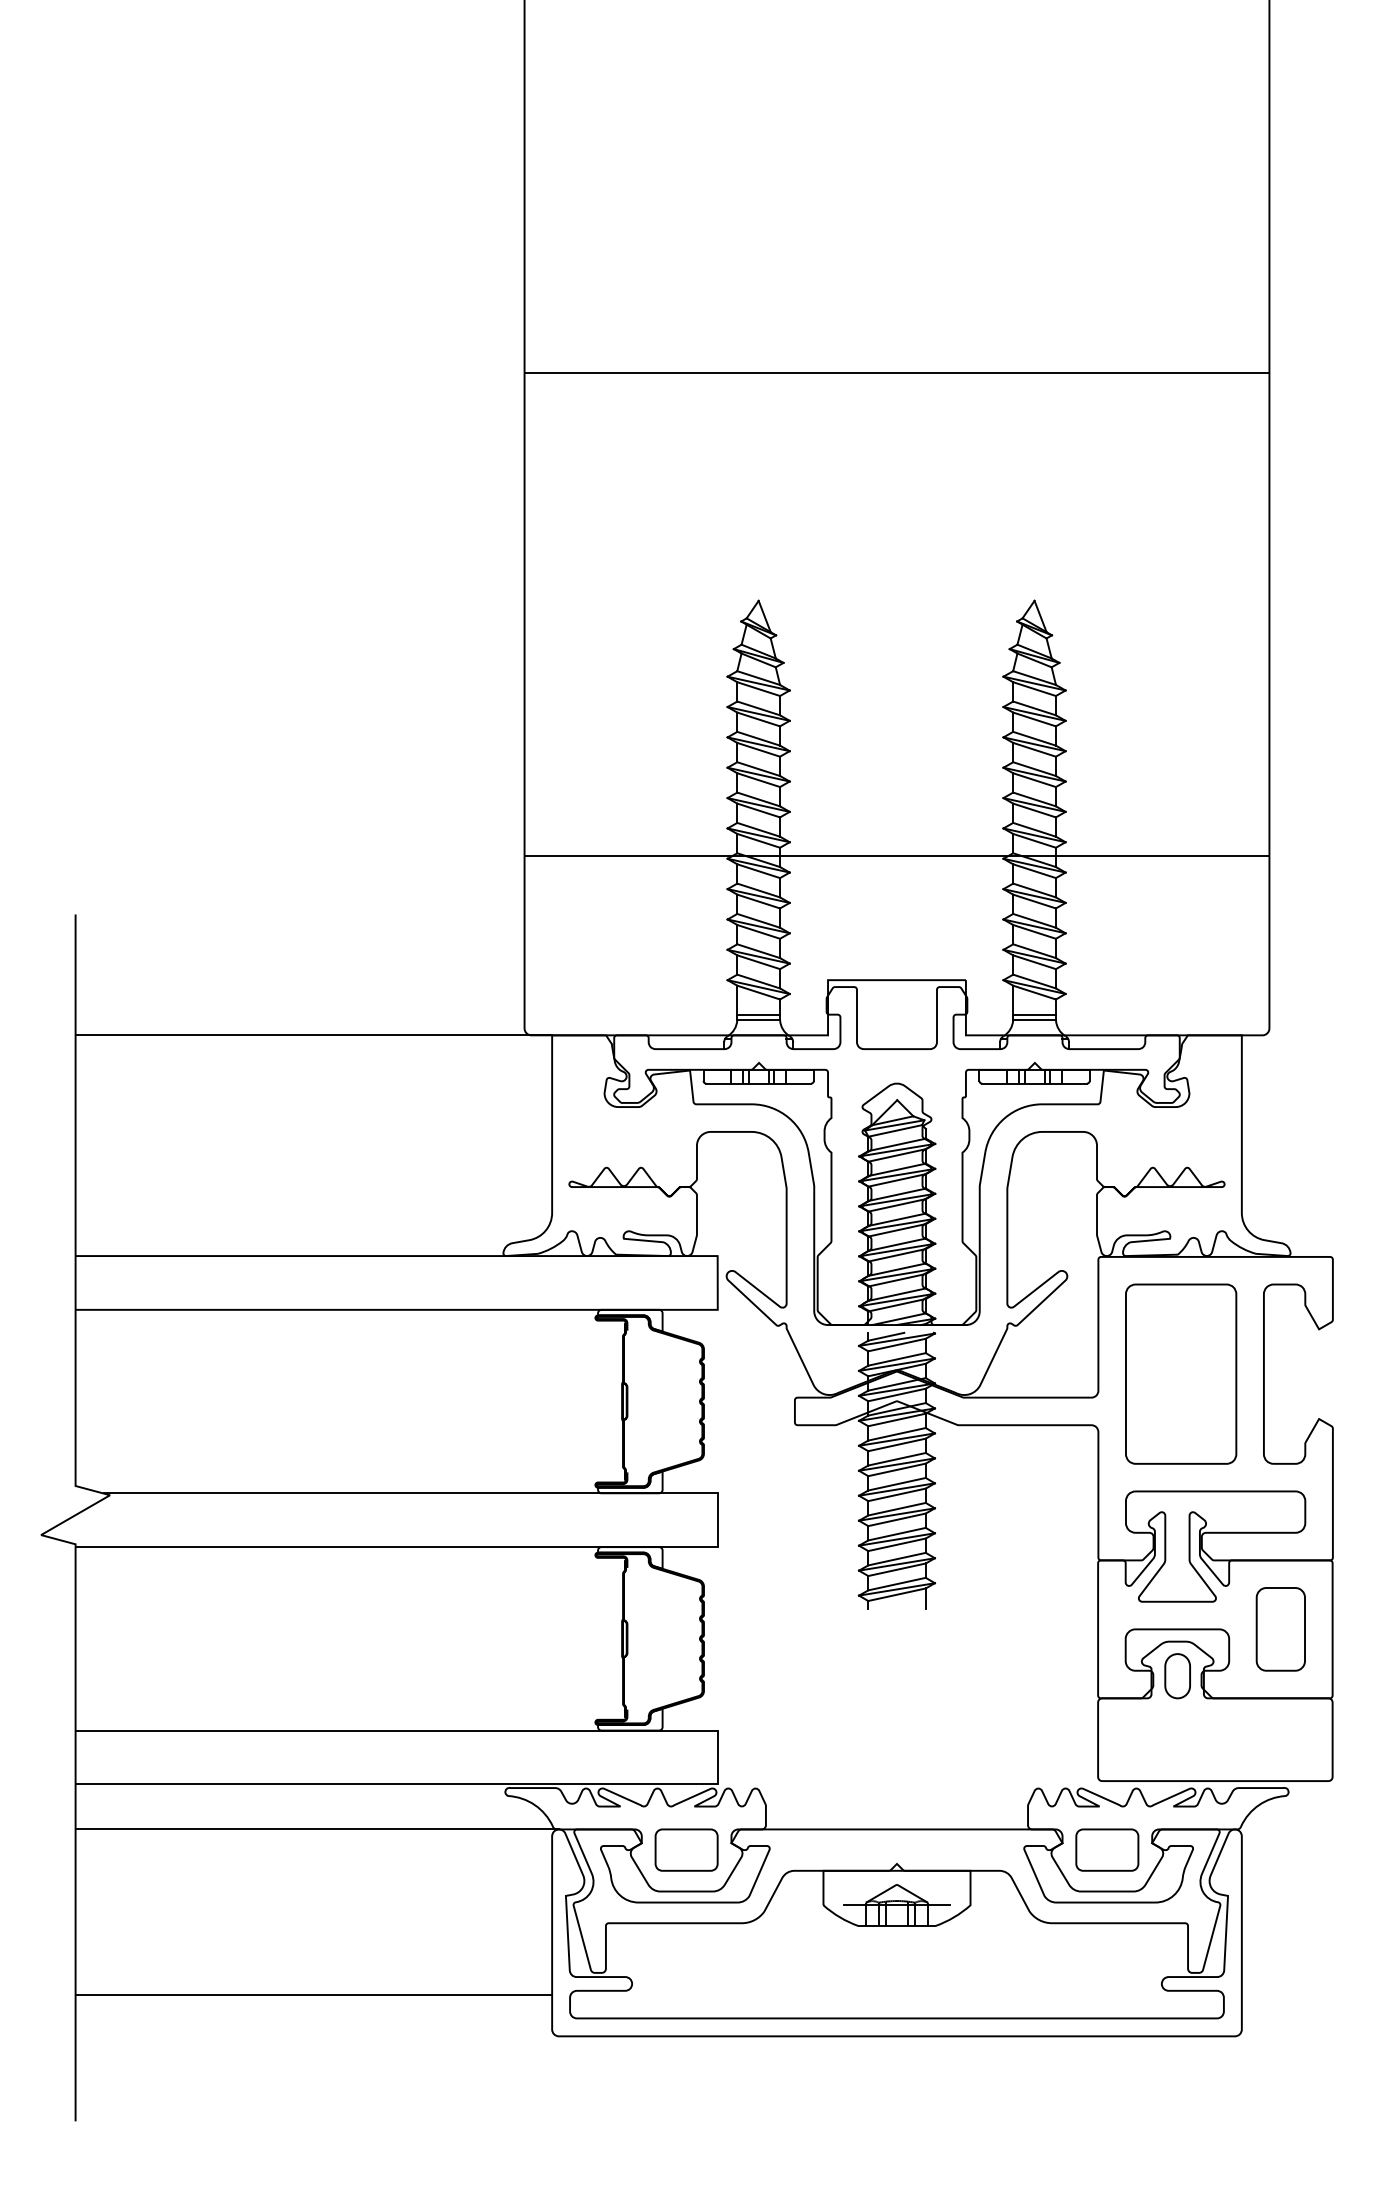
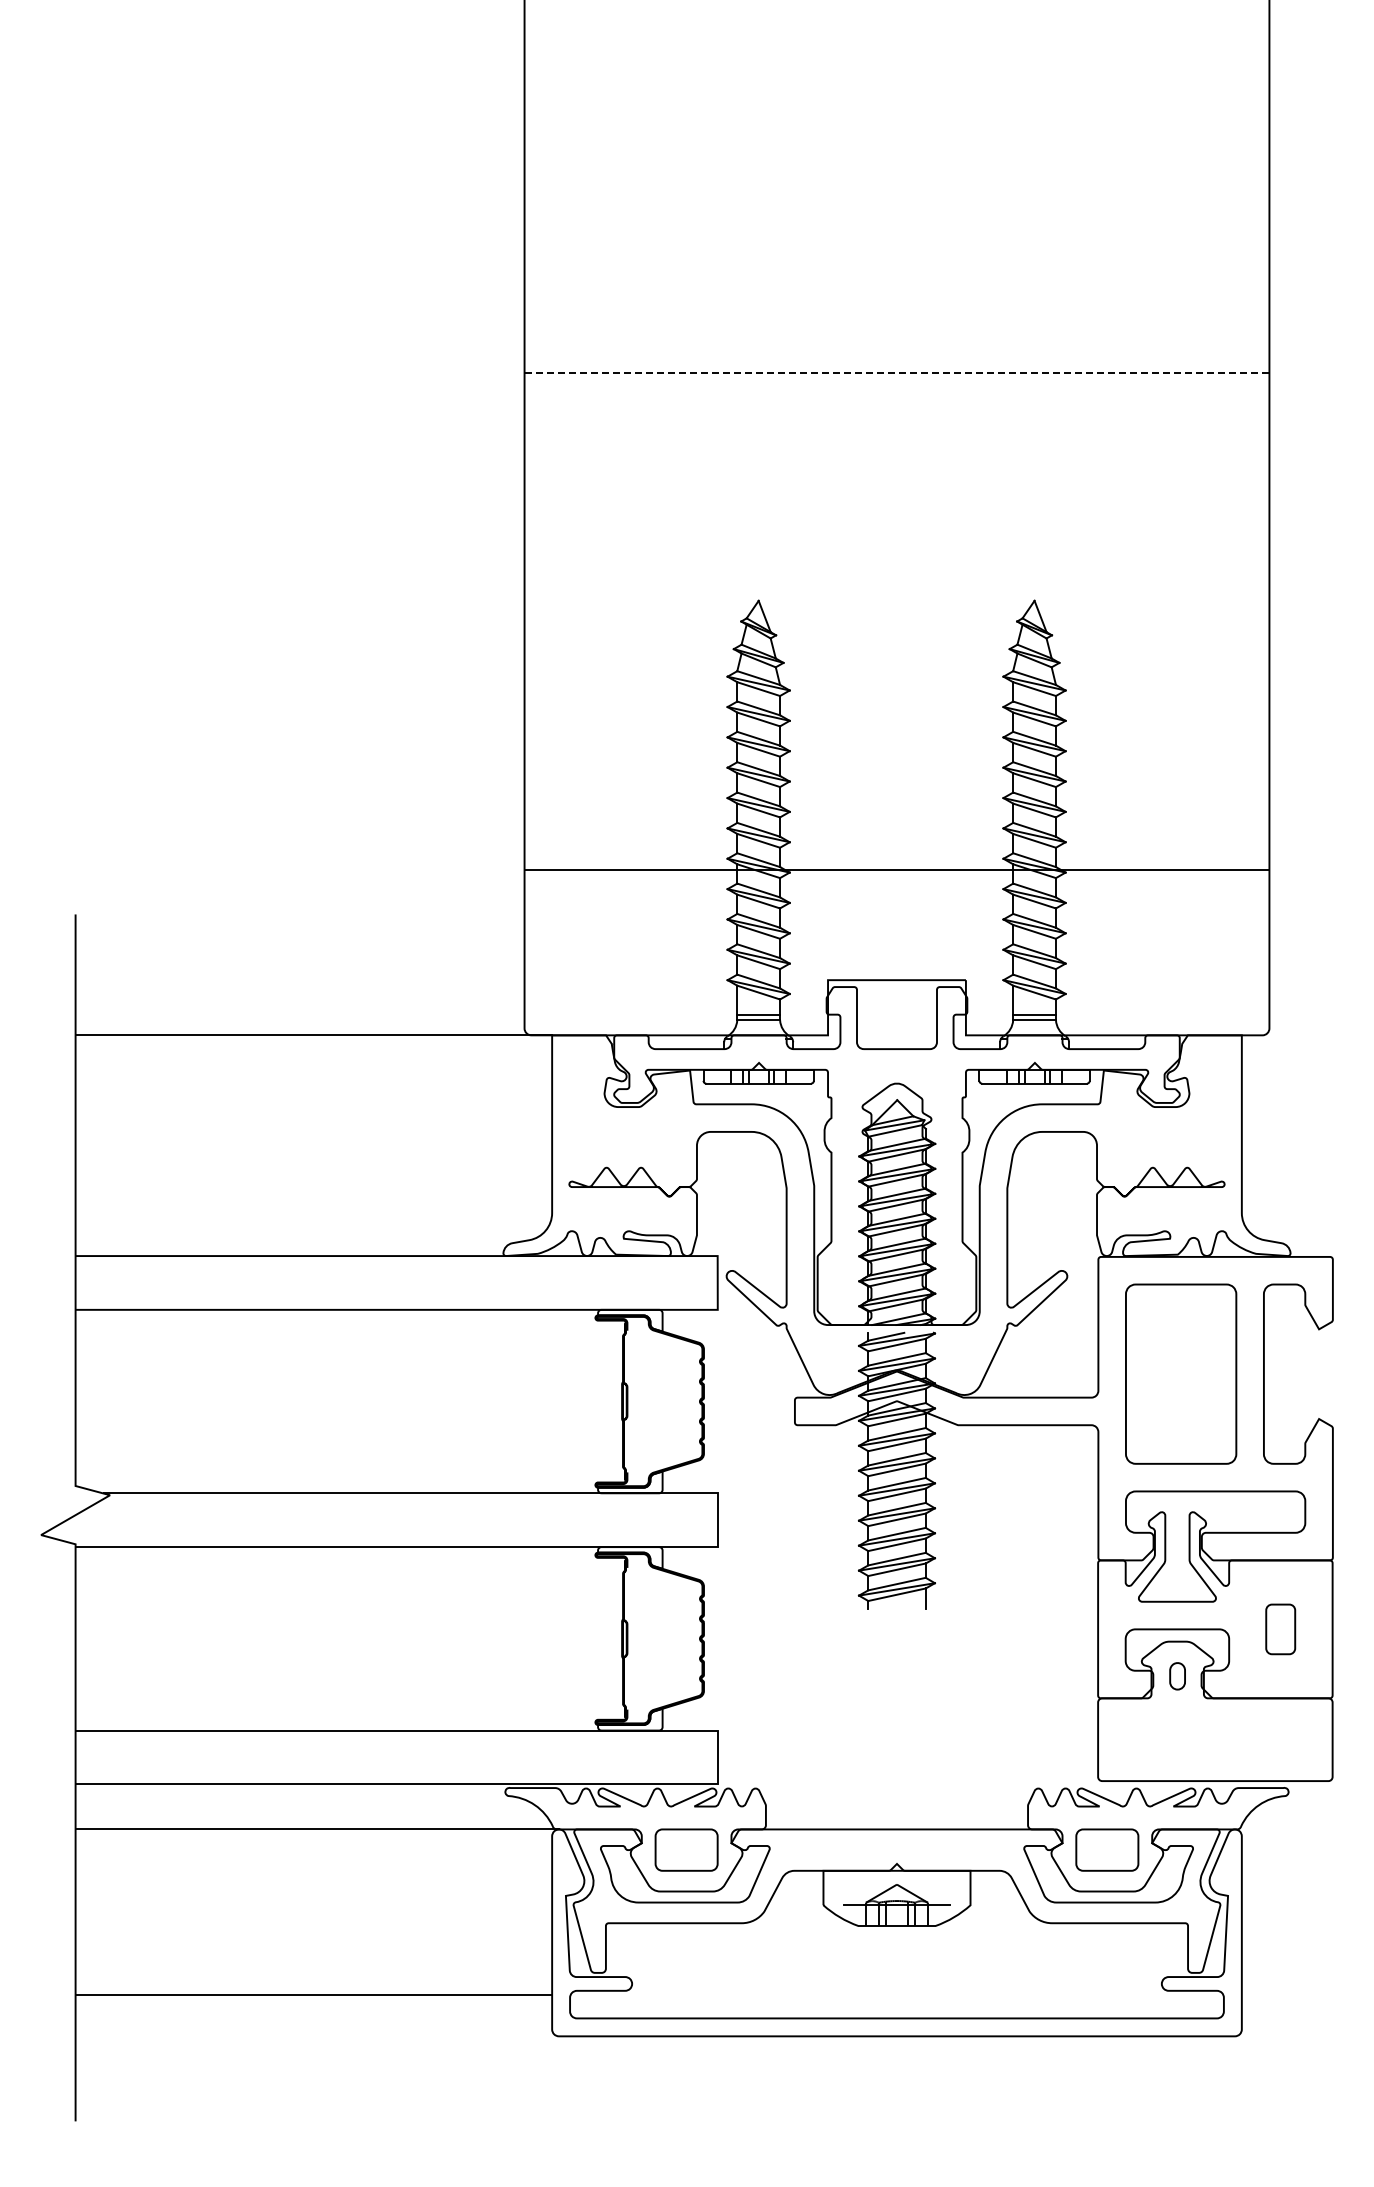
line at (896, 373): solid -> dashed
line at (896, 856) position: (896, 856) -> (896, 870)
part at (1280, 1629) size: 51x85 px -> 32x53 px
part at (1177, 1676) size: 27x47 px -> 17x29 px
